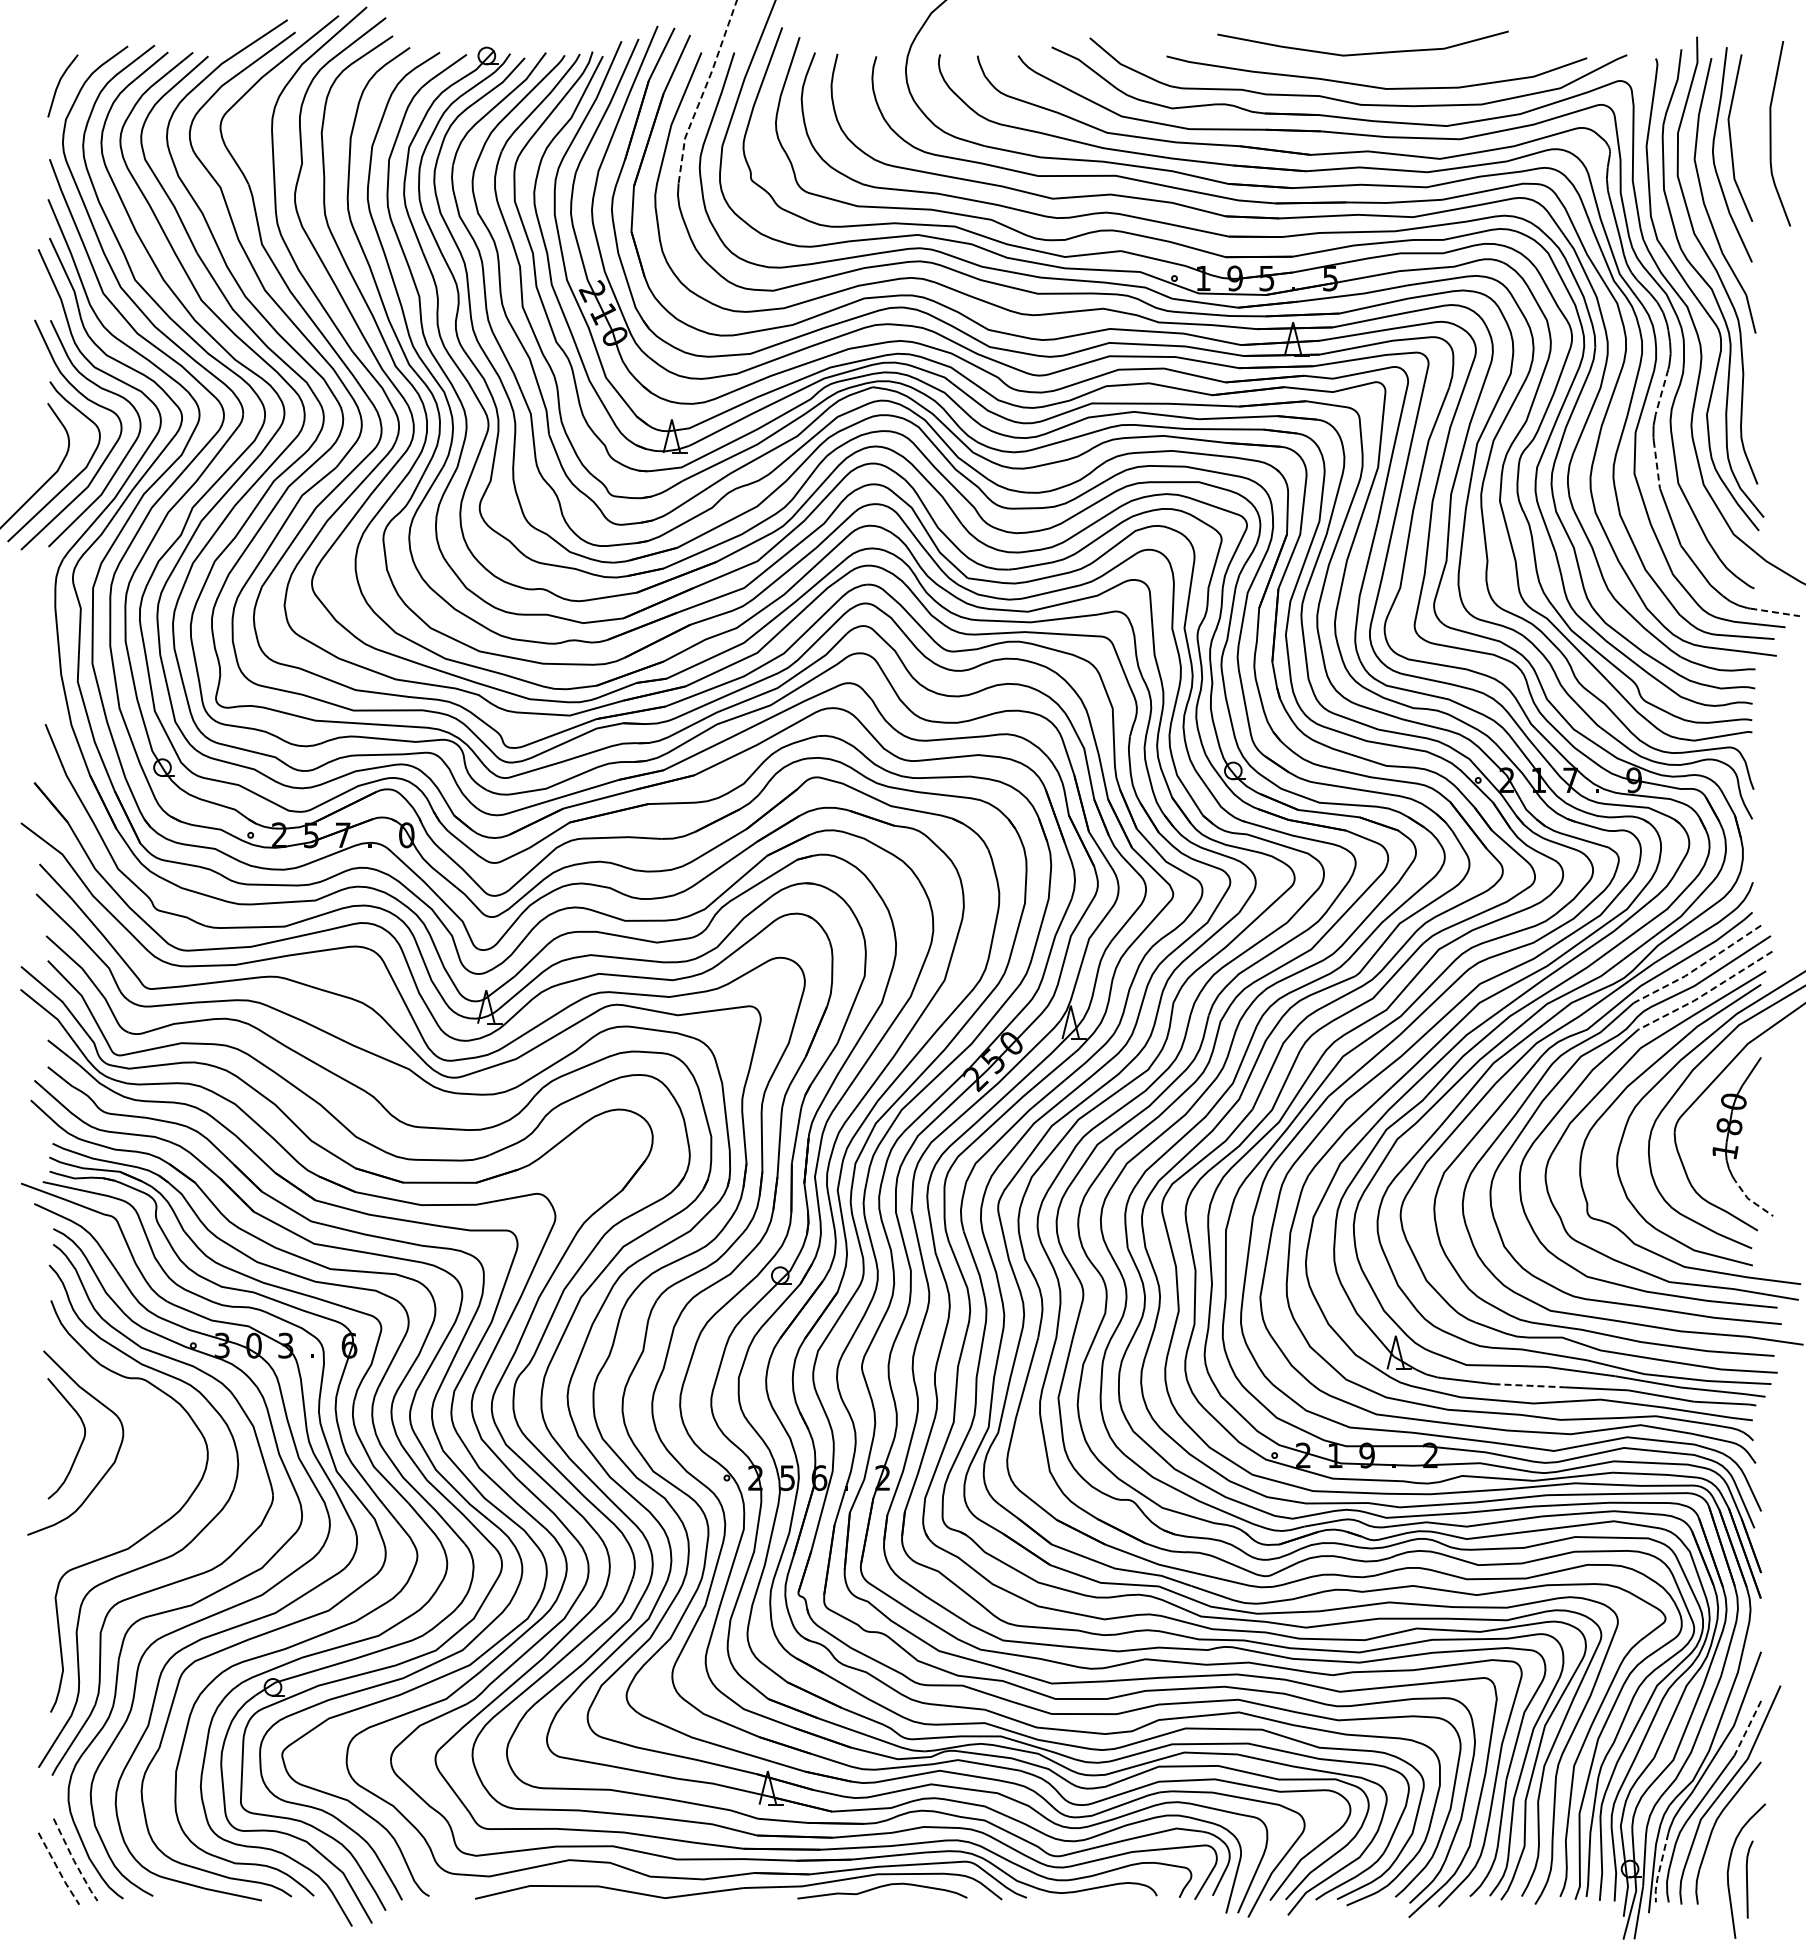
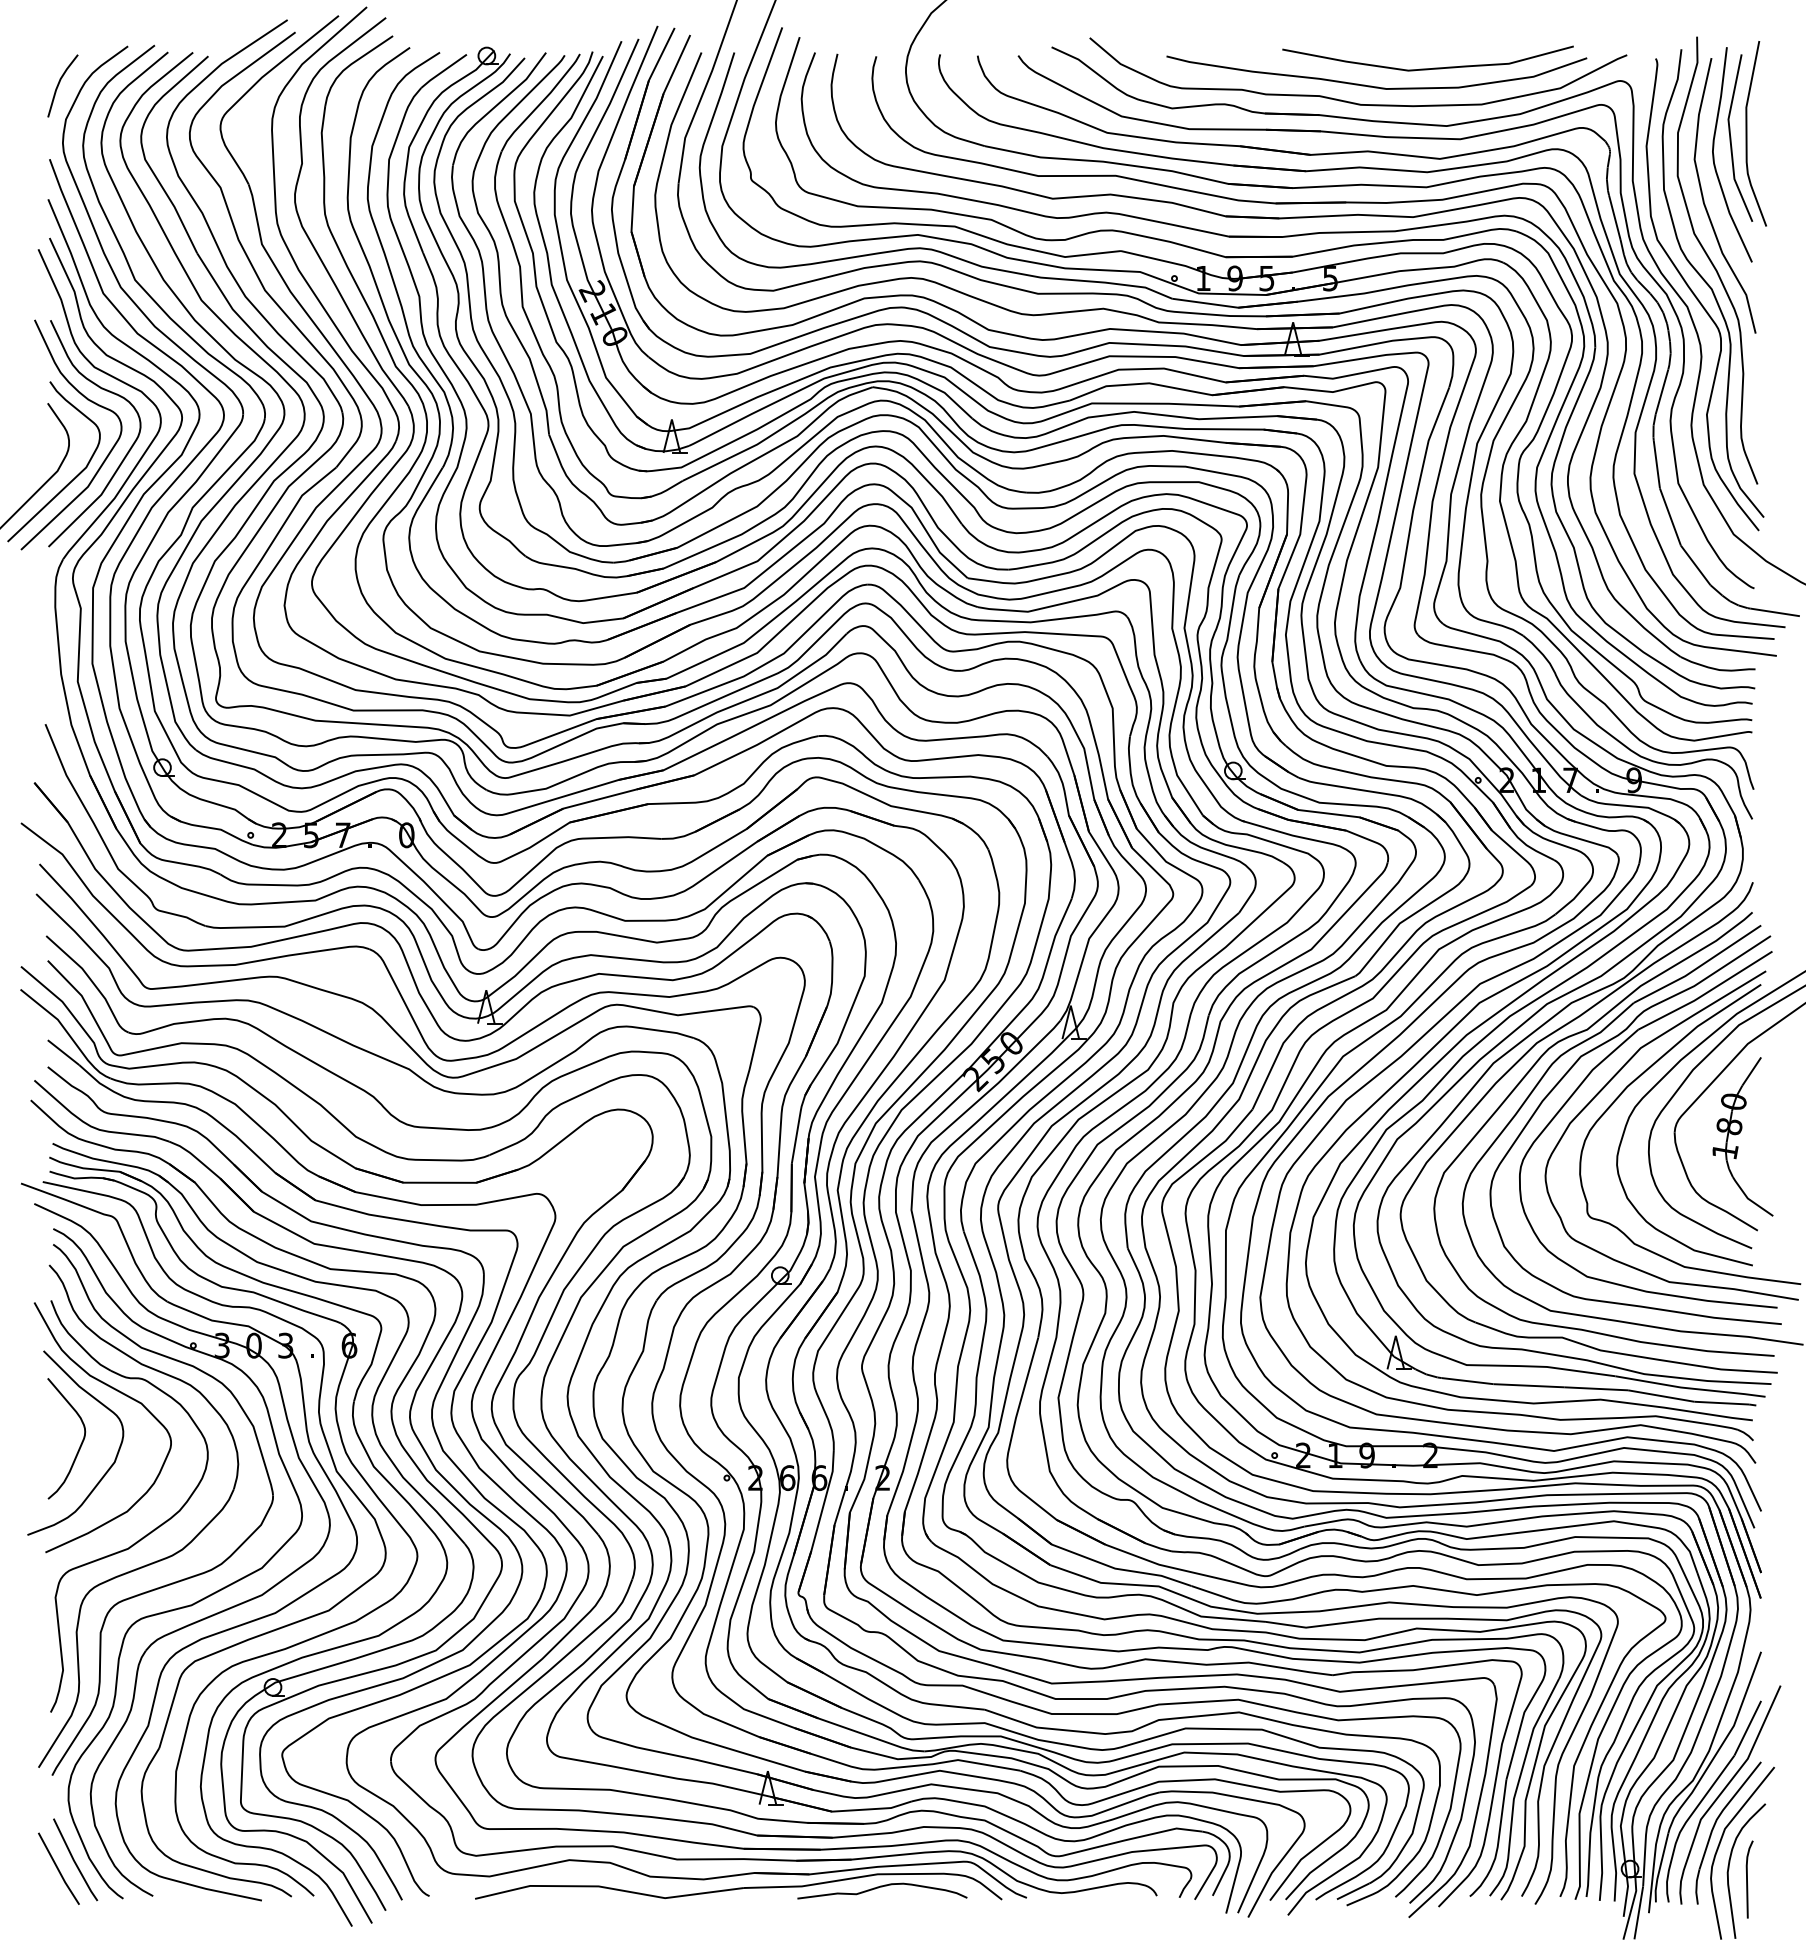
curve at (1362, 53) position: (1362, 53) -> (1427, 68)
line at (704, 91): dashed -> solid
curve at (1771, 133) position: (1771, 133) -> (1747, 133)
line at (1661, 392): dashed -> solid
line at (1656, 464): dashed -> solid
line at (1775, 612): dashed -> solid
line at (1698, 967): dashed -> solid
line at (1706, 993): dashed -> solid
line at (1748, 1199): dashed -> solid
line at (1529, 1385): dashed -> solid
curve at (120, 1393): none -> present
text at (787, 1478): 5 -> 6
line at (1747, 1728): dashed -> solid
curve at (1720, 1844): none -> present
line at (74, 1861): dashed -> solid
line at (1659, 1868): dashed -> solid
line at (58, 1870): dashed -> solid
